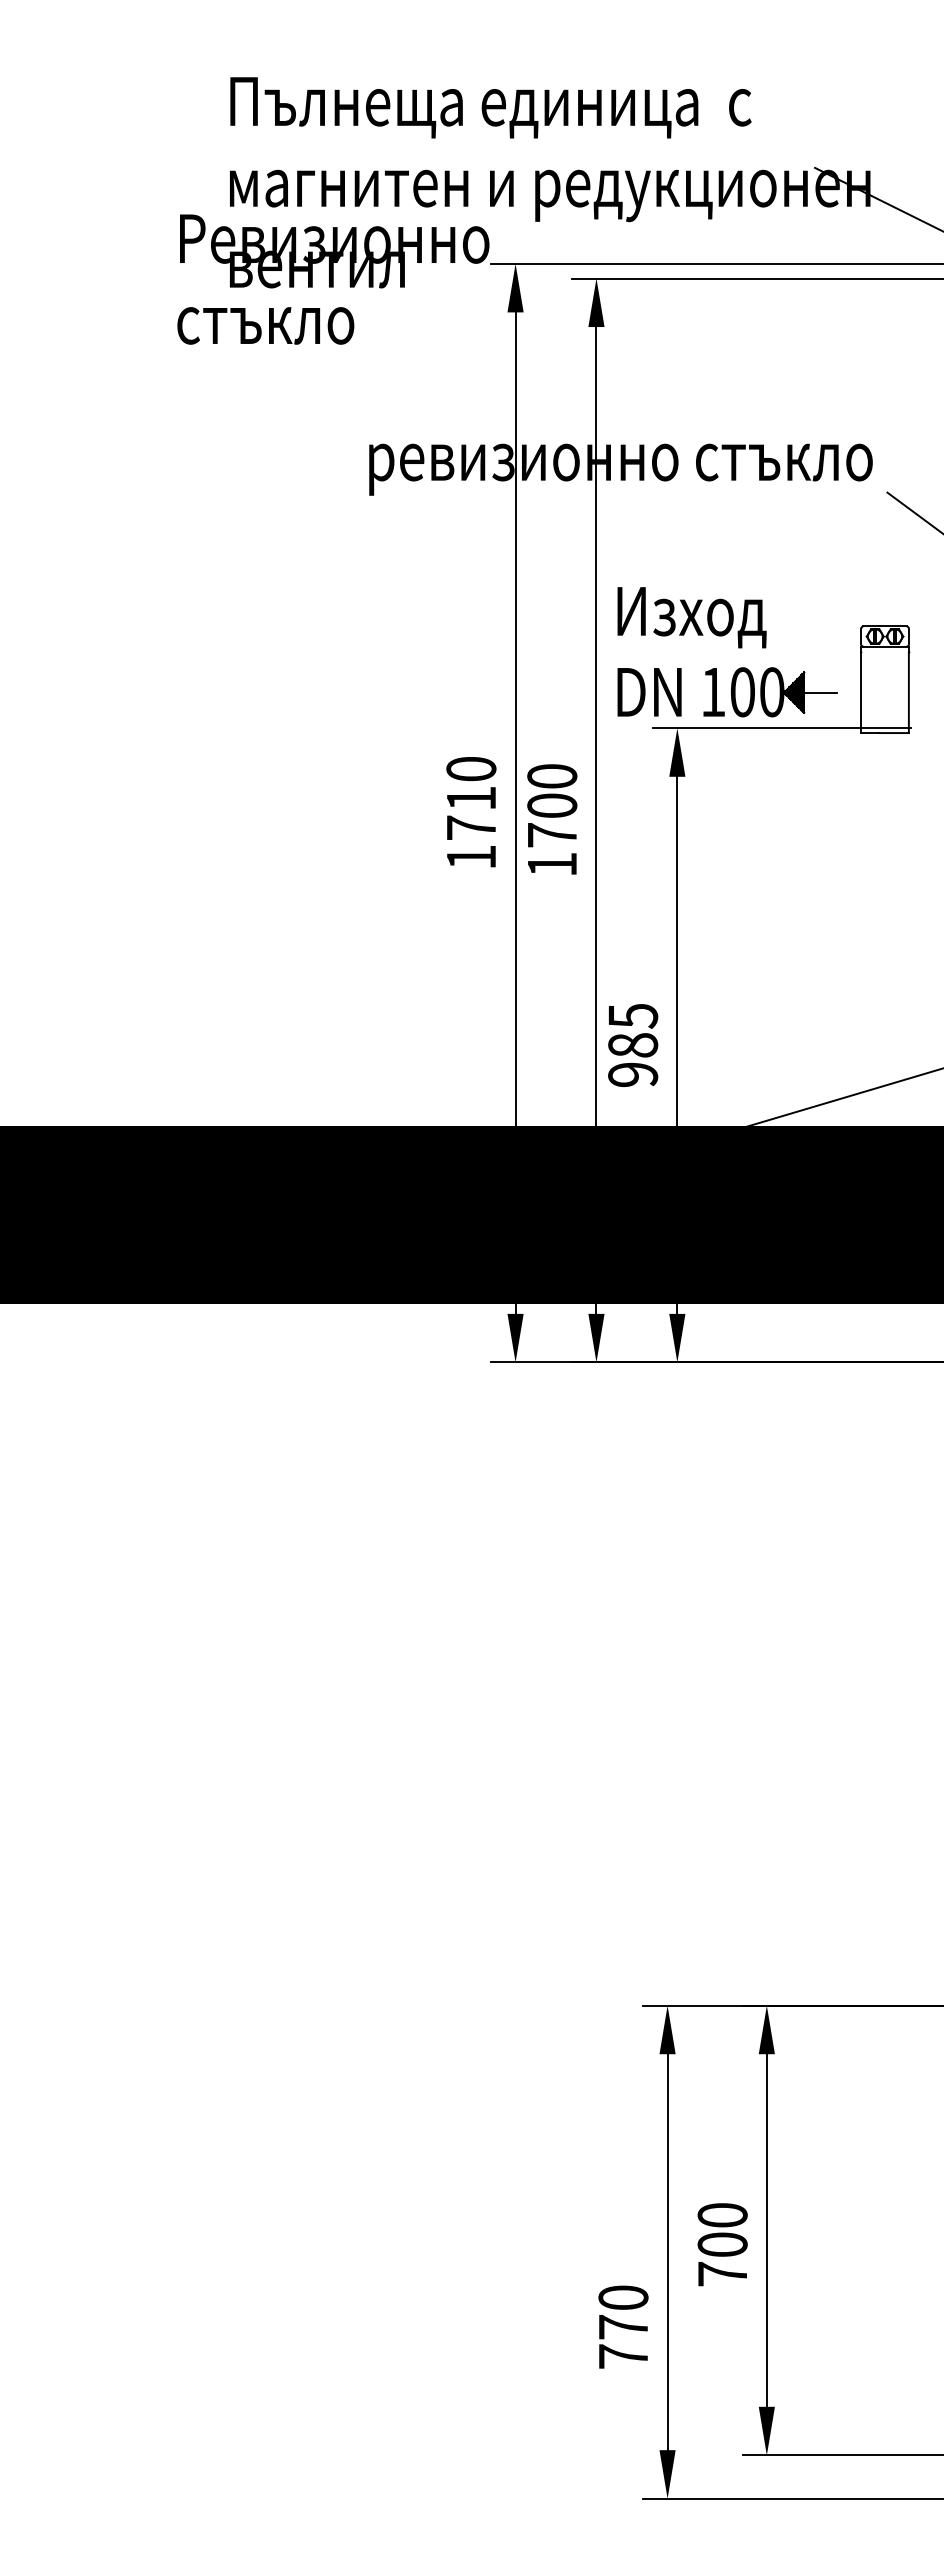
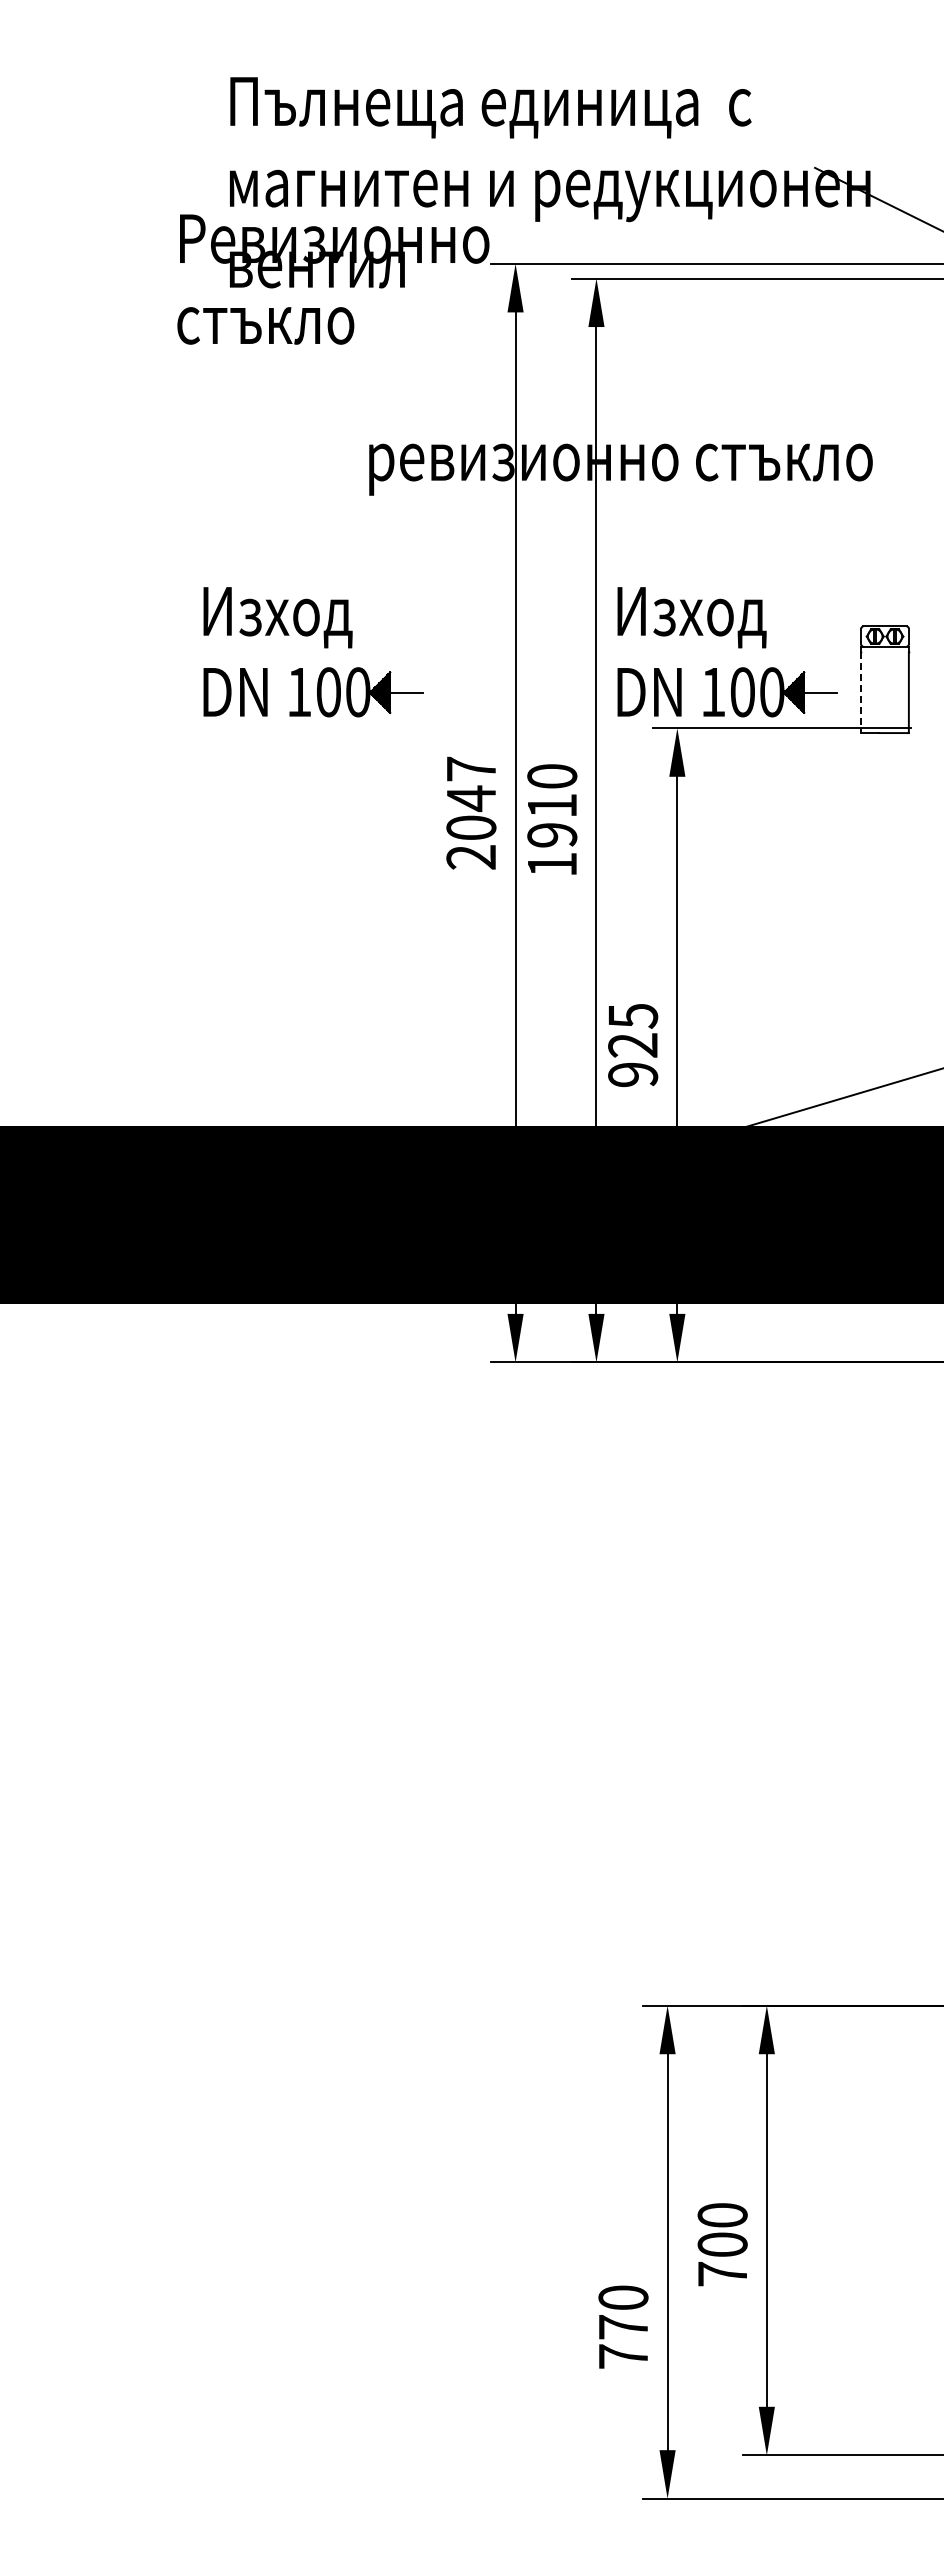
line at (913, 511): present -> none
part at (324, 648): none -> present
line at (861, 693): solid -> dashed
text at (471, 812): 1710 -> 2047
text at (552, 820): 1700 -> 1910
text at (633, 1045): 985 -> 925
